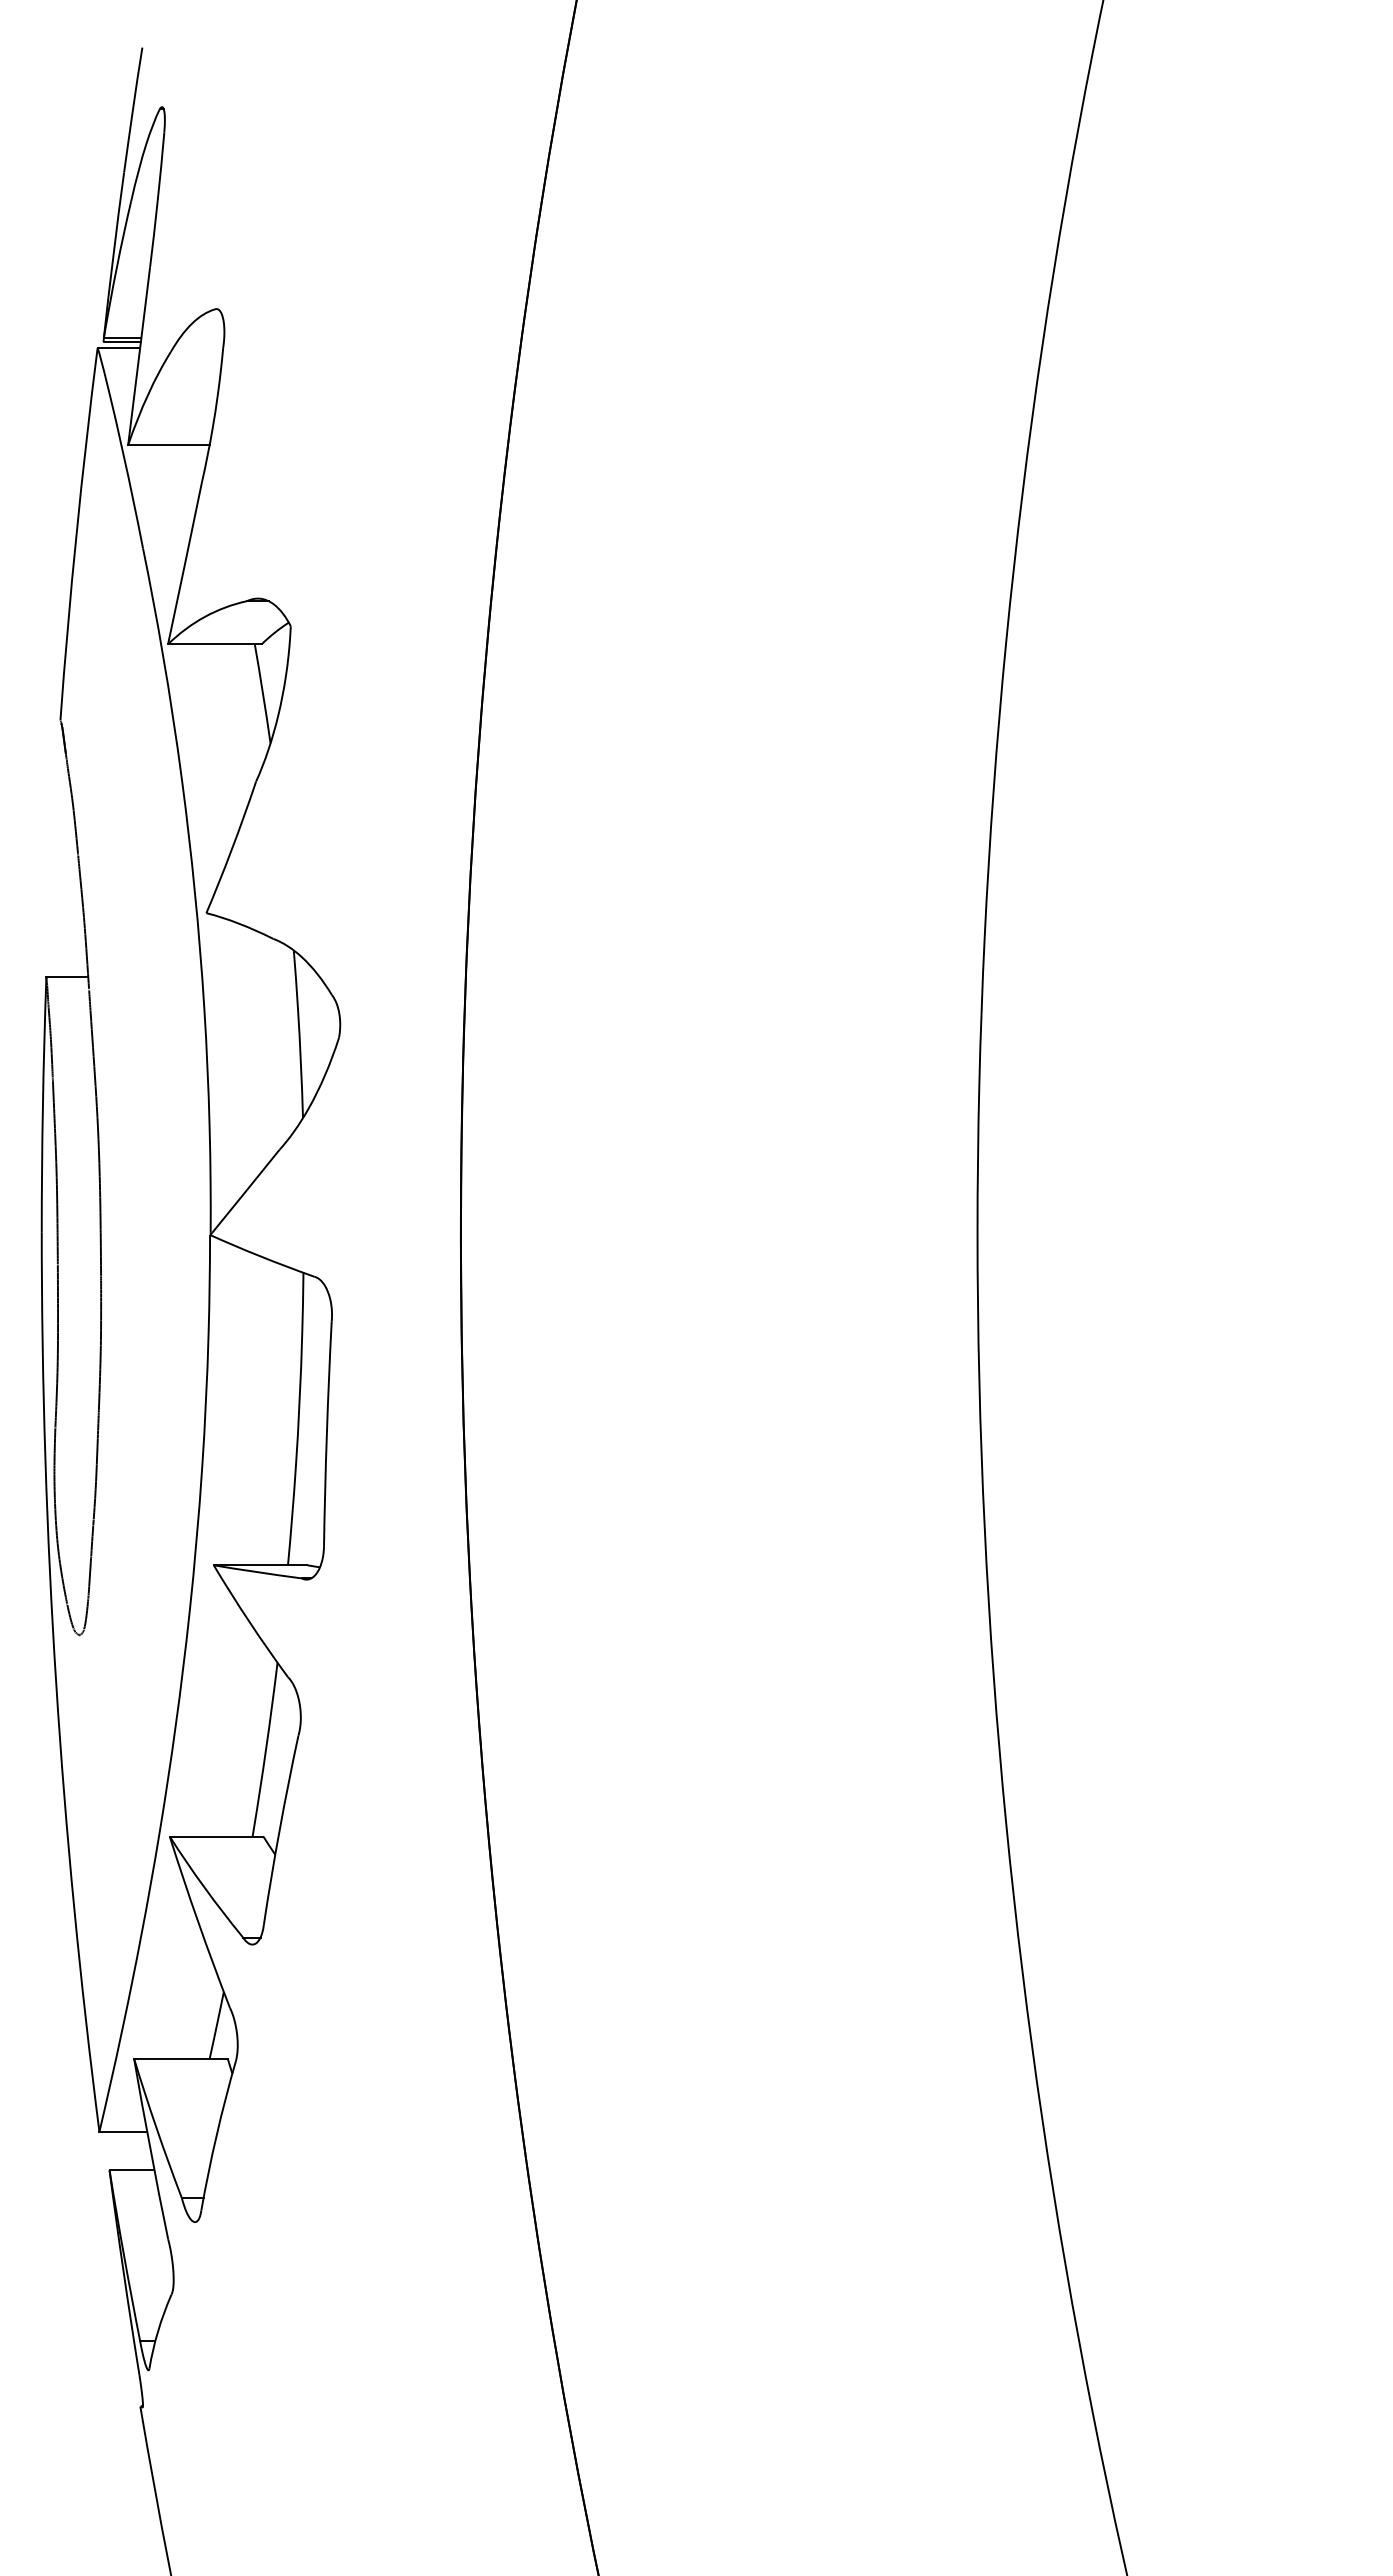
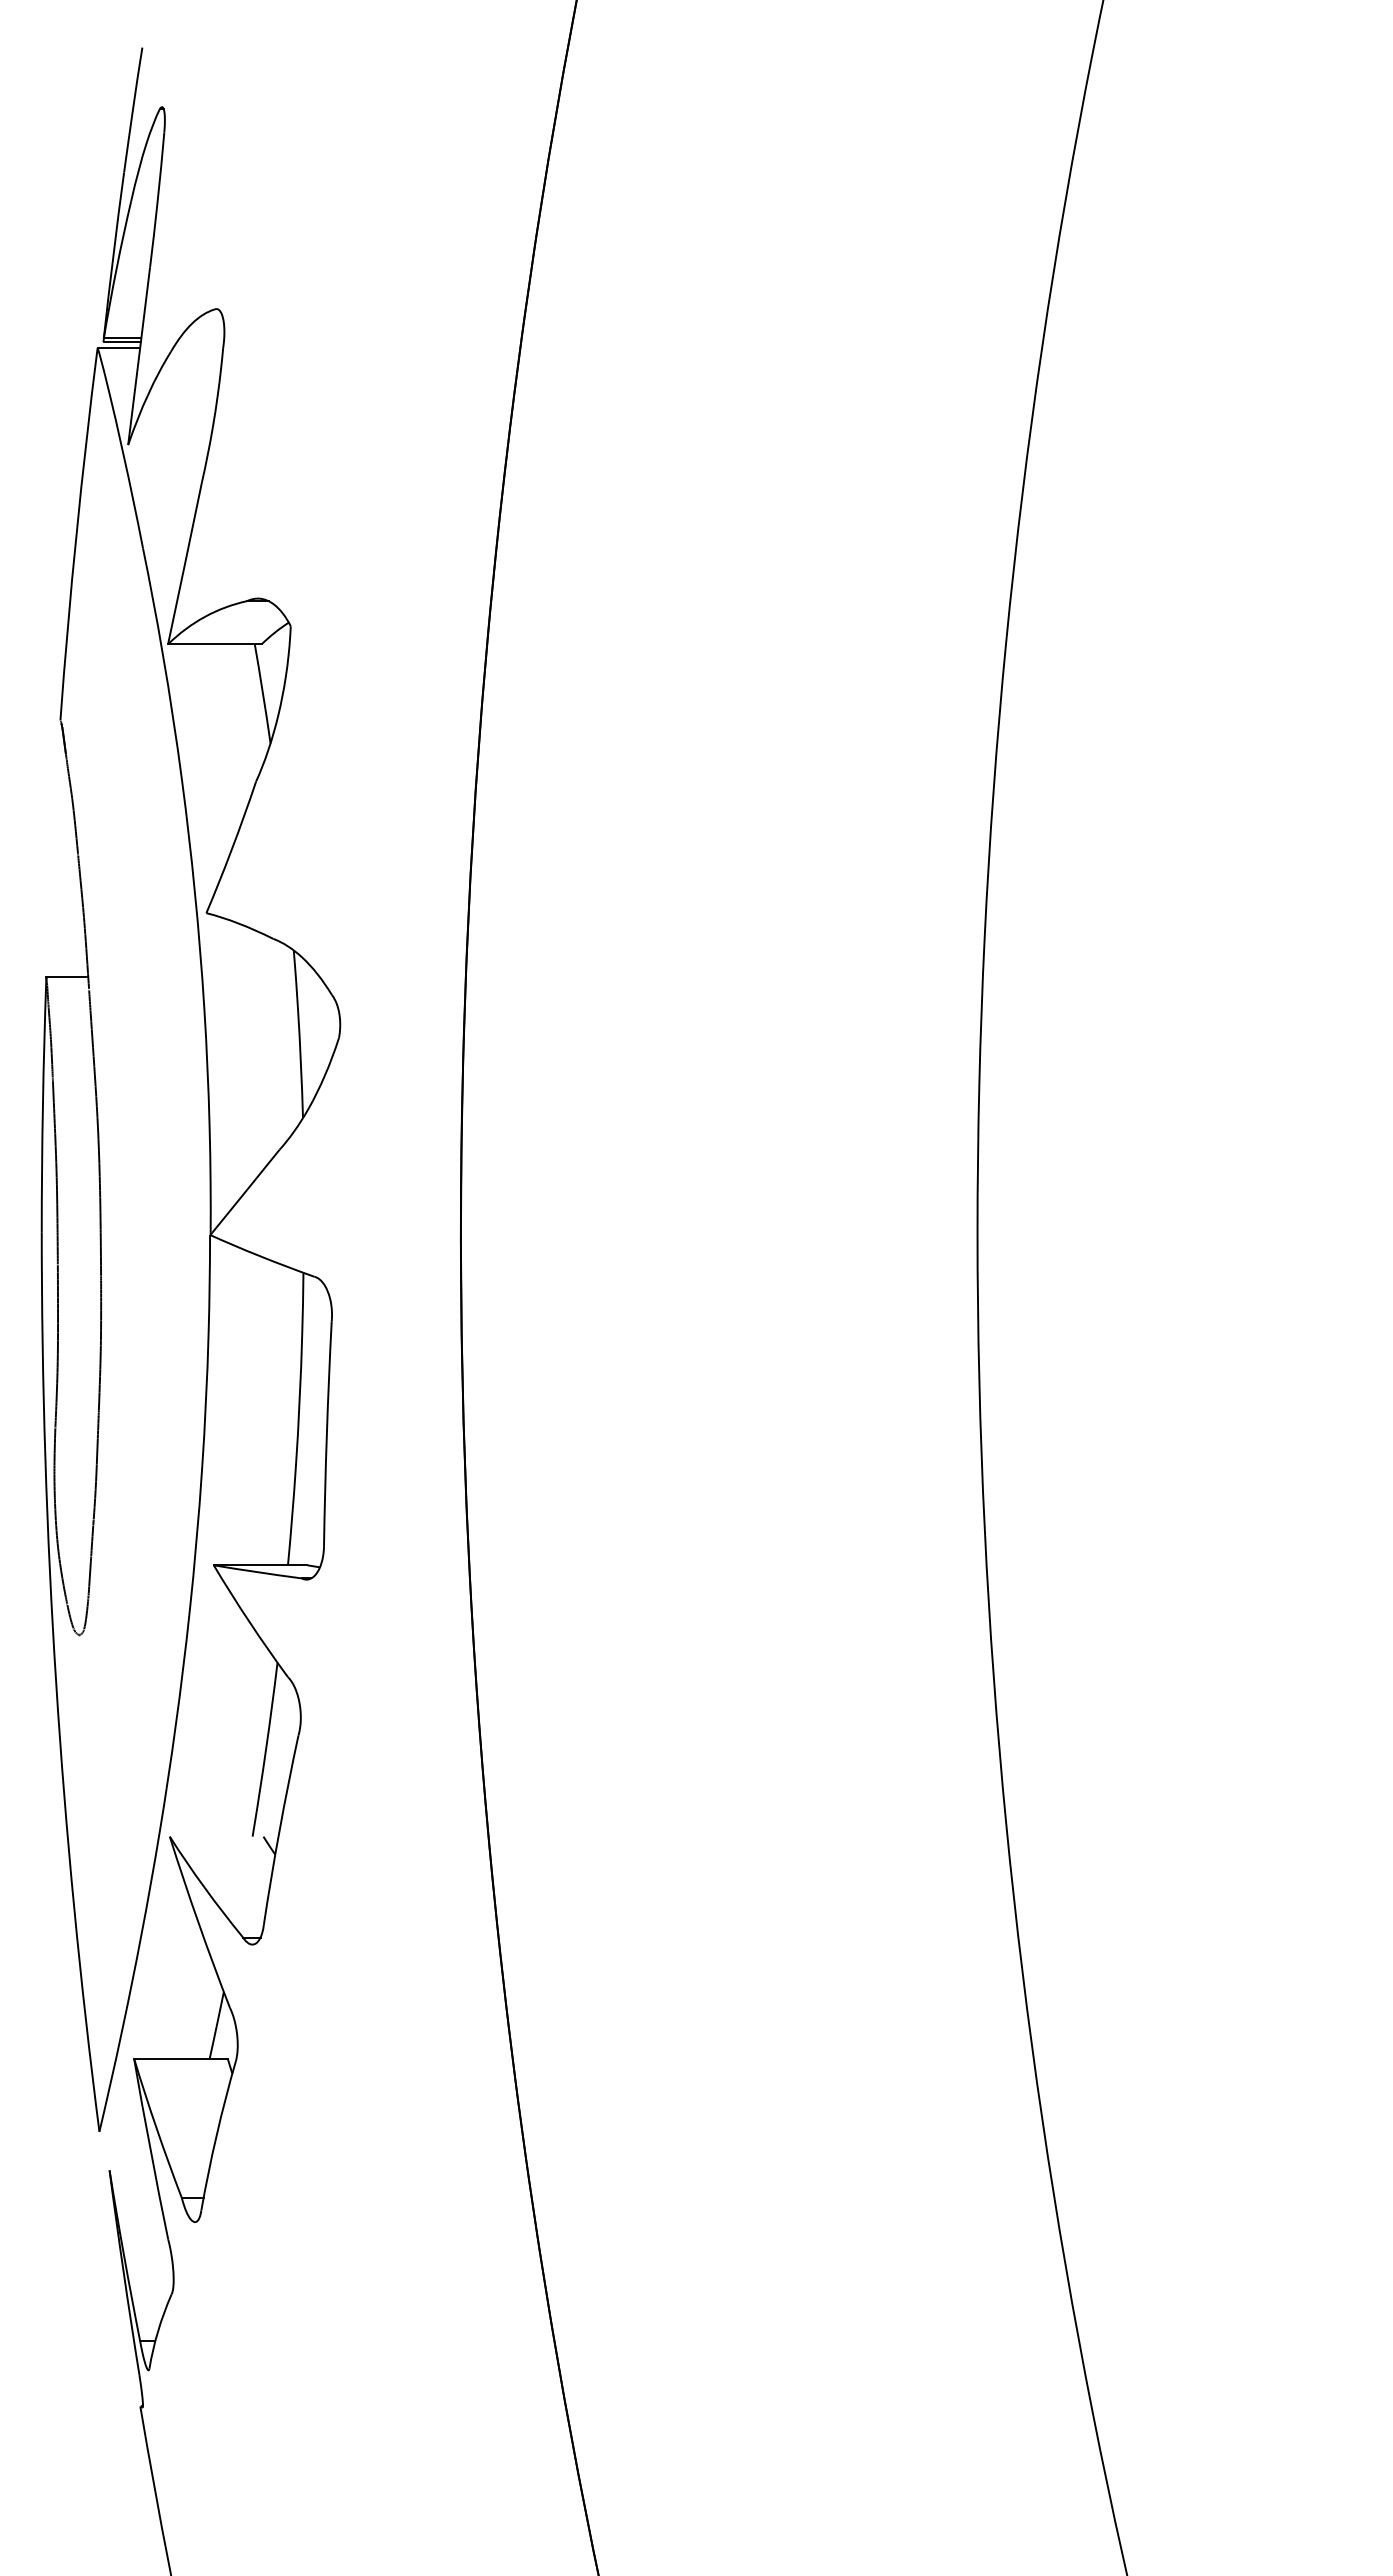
line at (168, 445): present -> none
line at (216, 1836): present -> none
line at (123, 2131): present -> none
line at (131, 2170): present -> none
